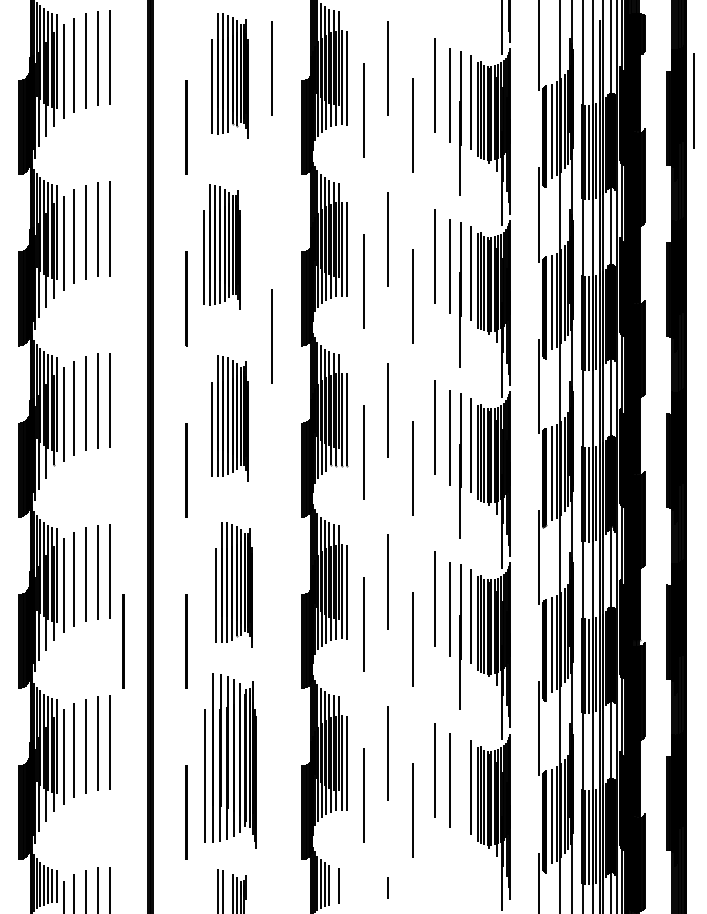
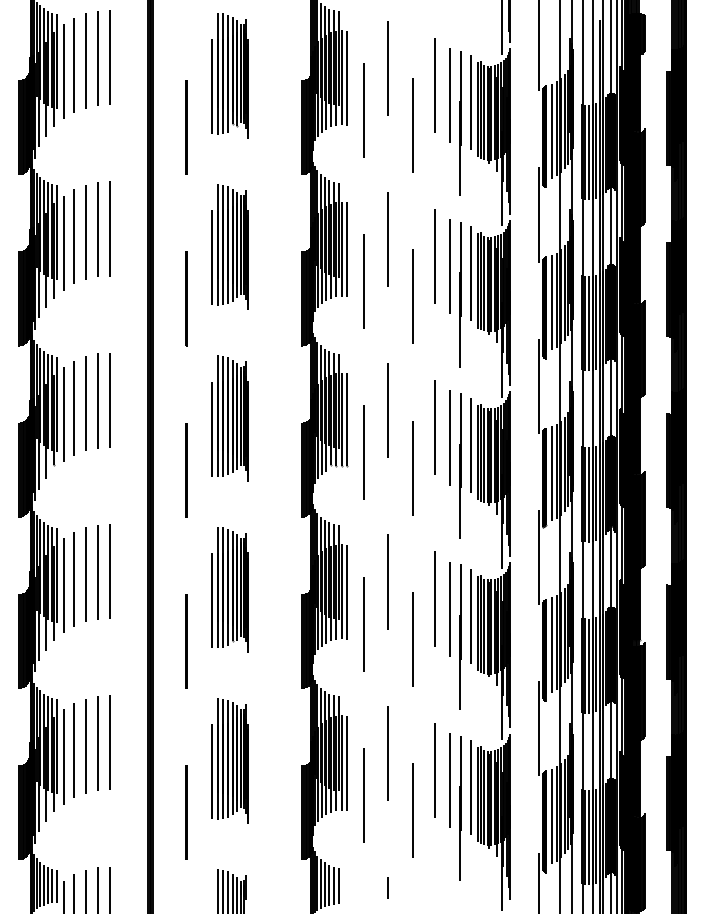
line at (271, 68): present -> none
line at (693, 100): present -> none
part at (221, 246) position: (221, 246) -> (229, 246)
line at (271, 336): present -> none
part at (233, 584) position: (233, 584) -> (229, 589)
line at (123, 641): present -> none
part at (230, 760) size: 53x176 px -> 38x126 px
line at (460, 808): none -> present
line at (333, 885): none -> present
line at (228, 890): none -> present
